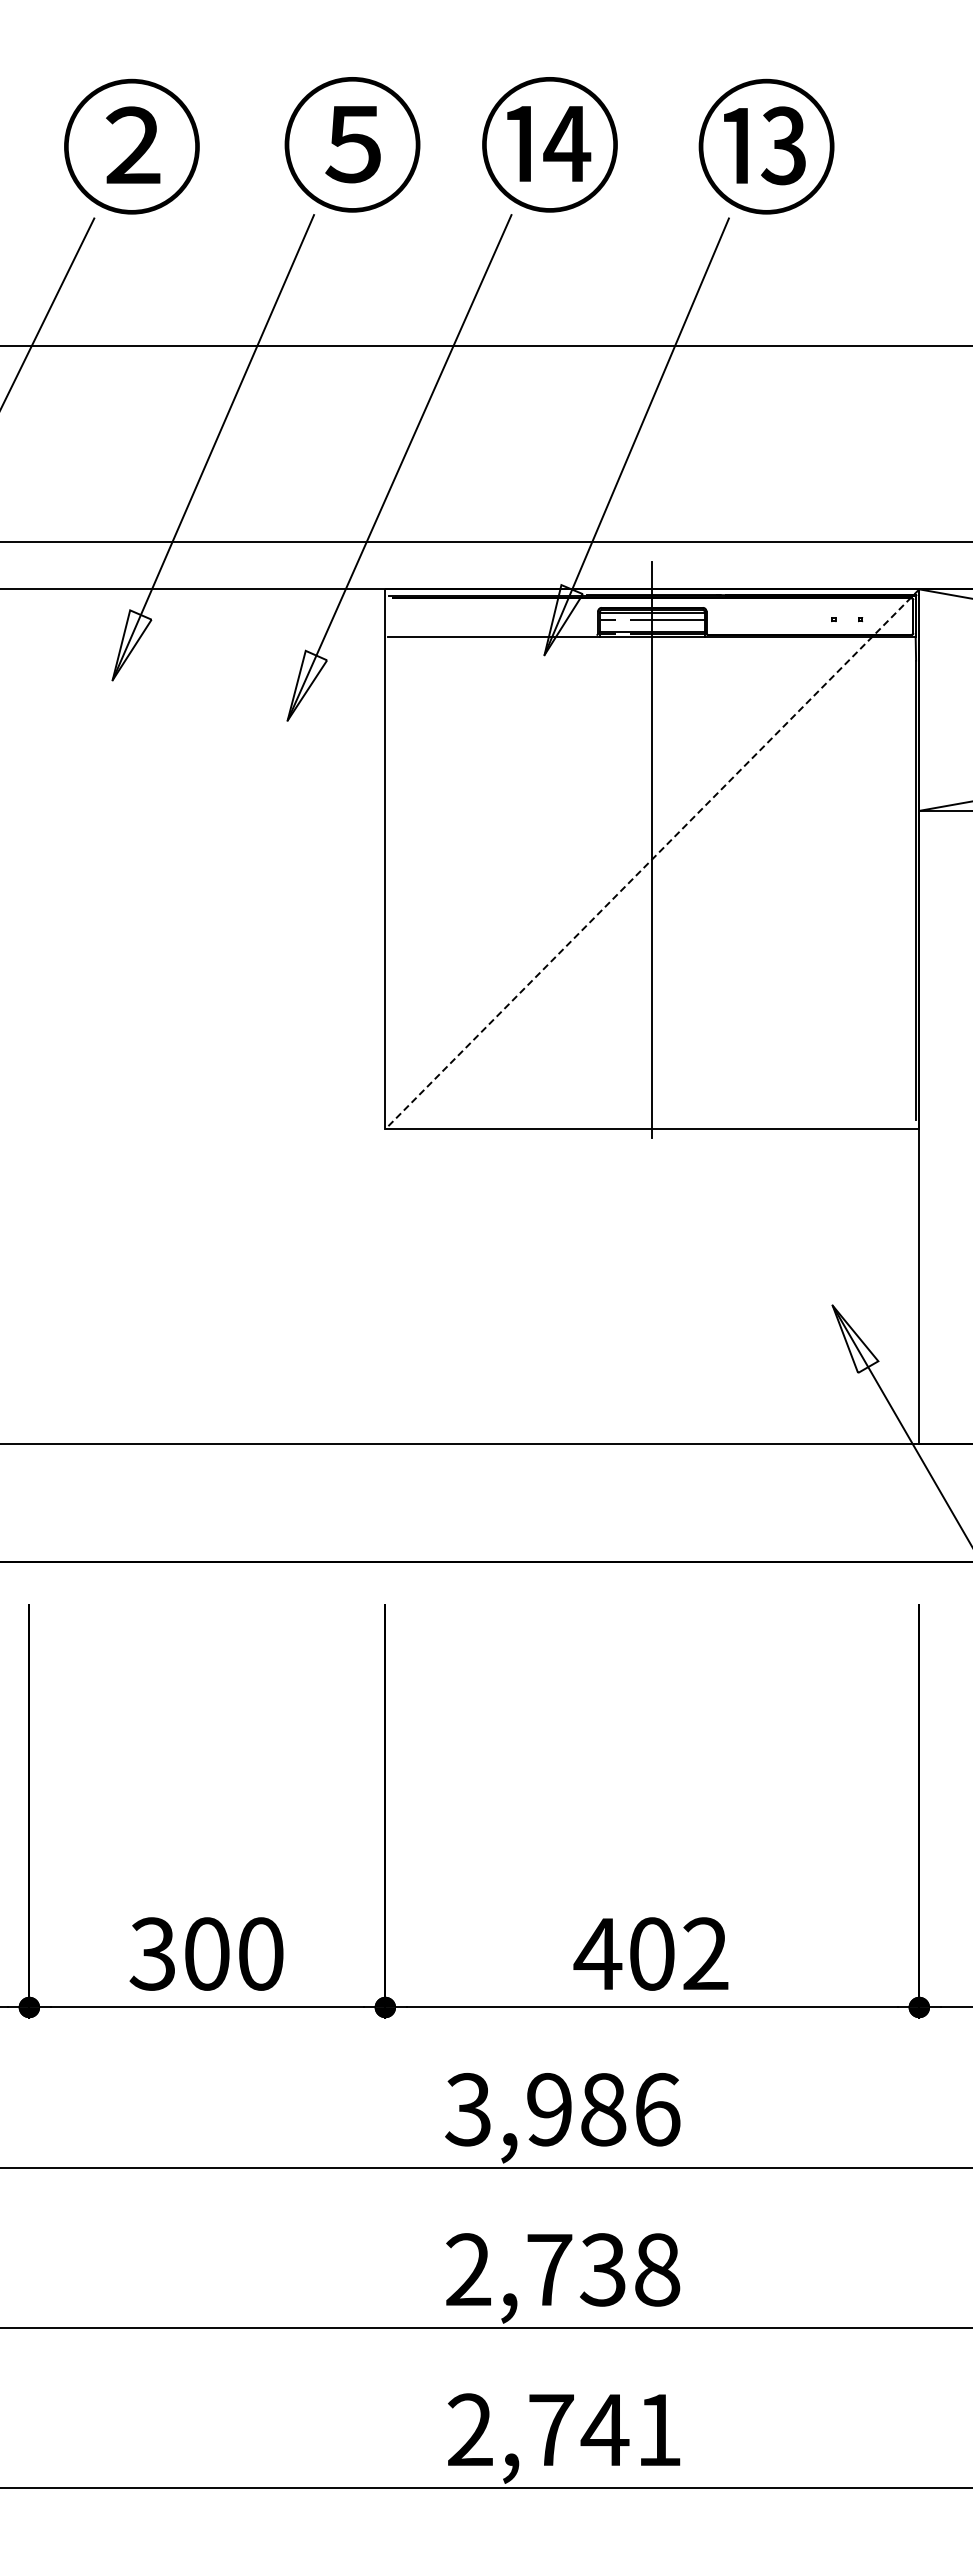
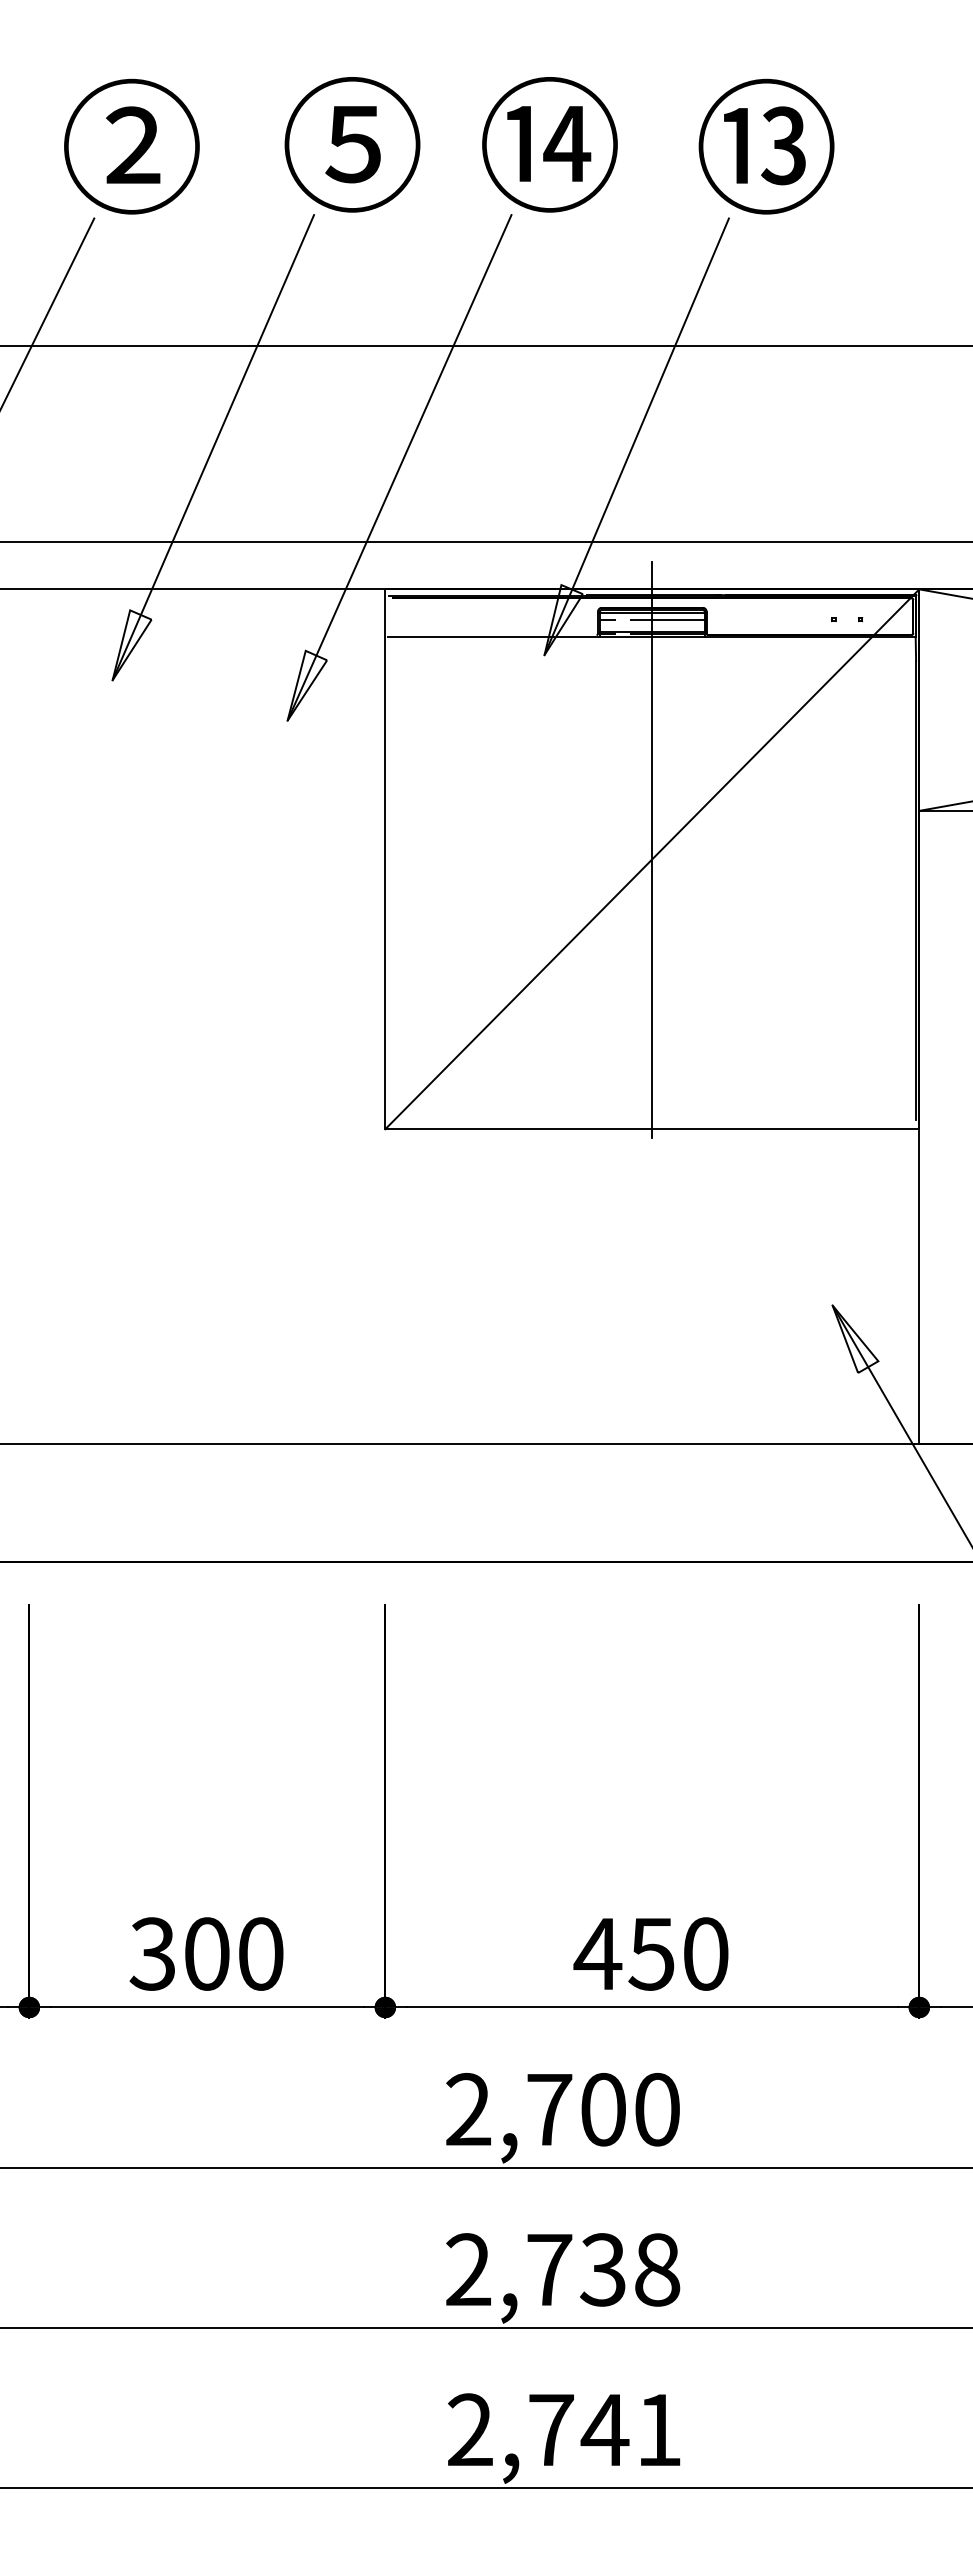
line at (652, 859): dashed -> solid
text at (678, 1953): 402 -> 450
text at (562, 2109): 3,986 -> 2,700
